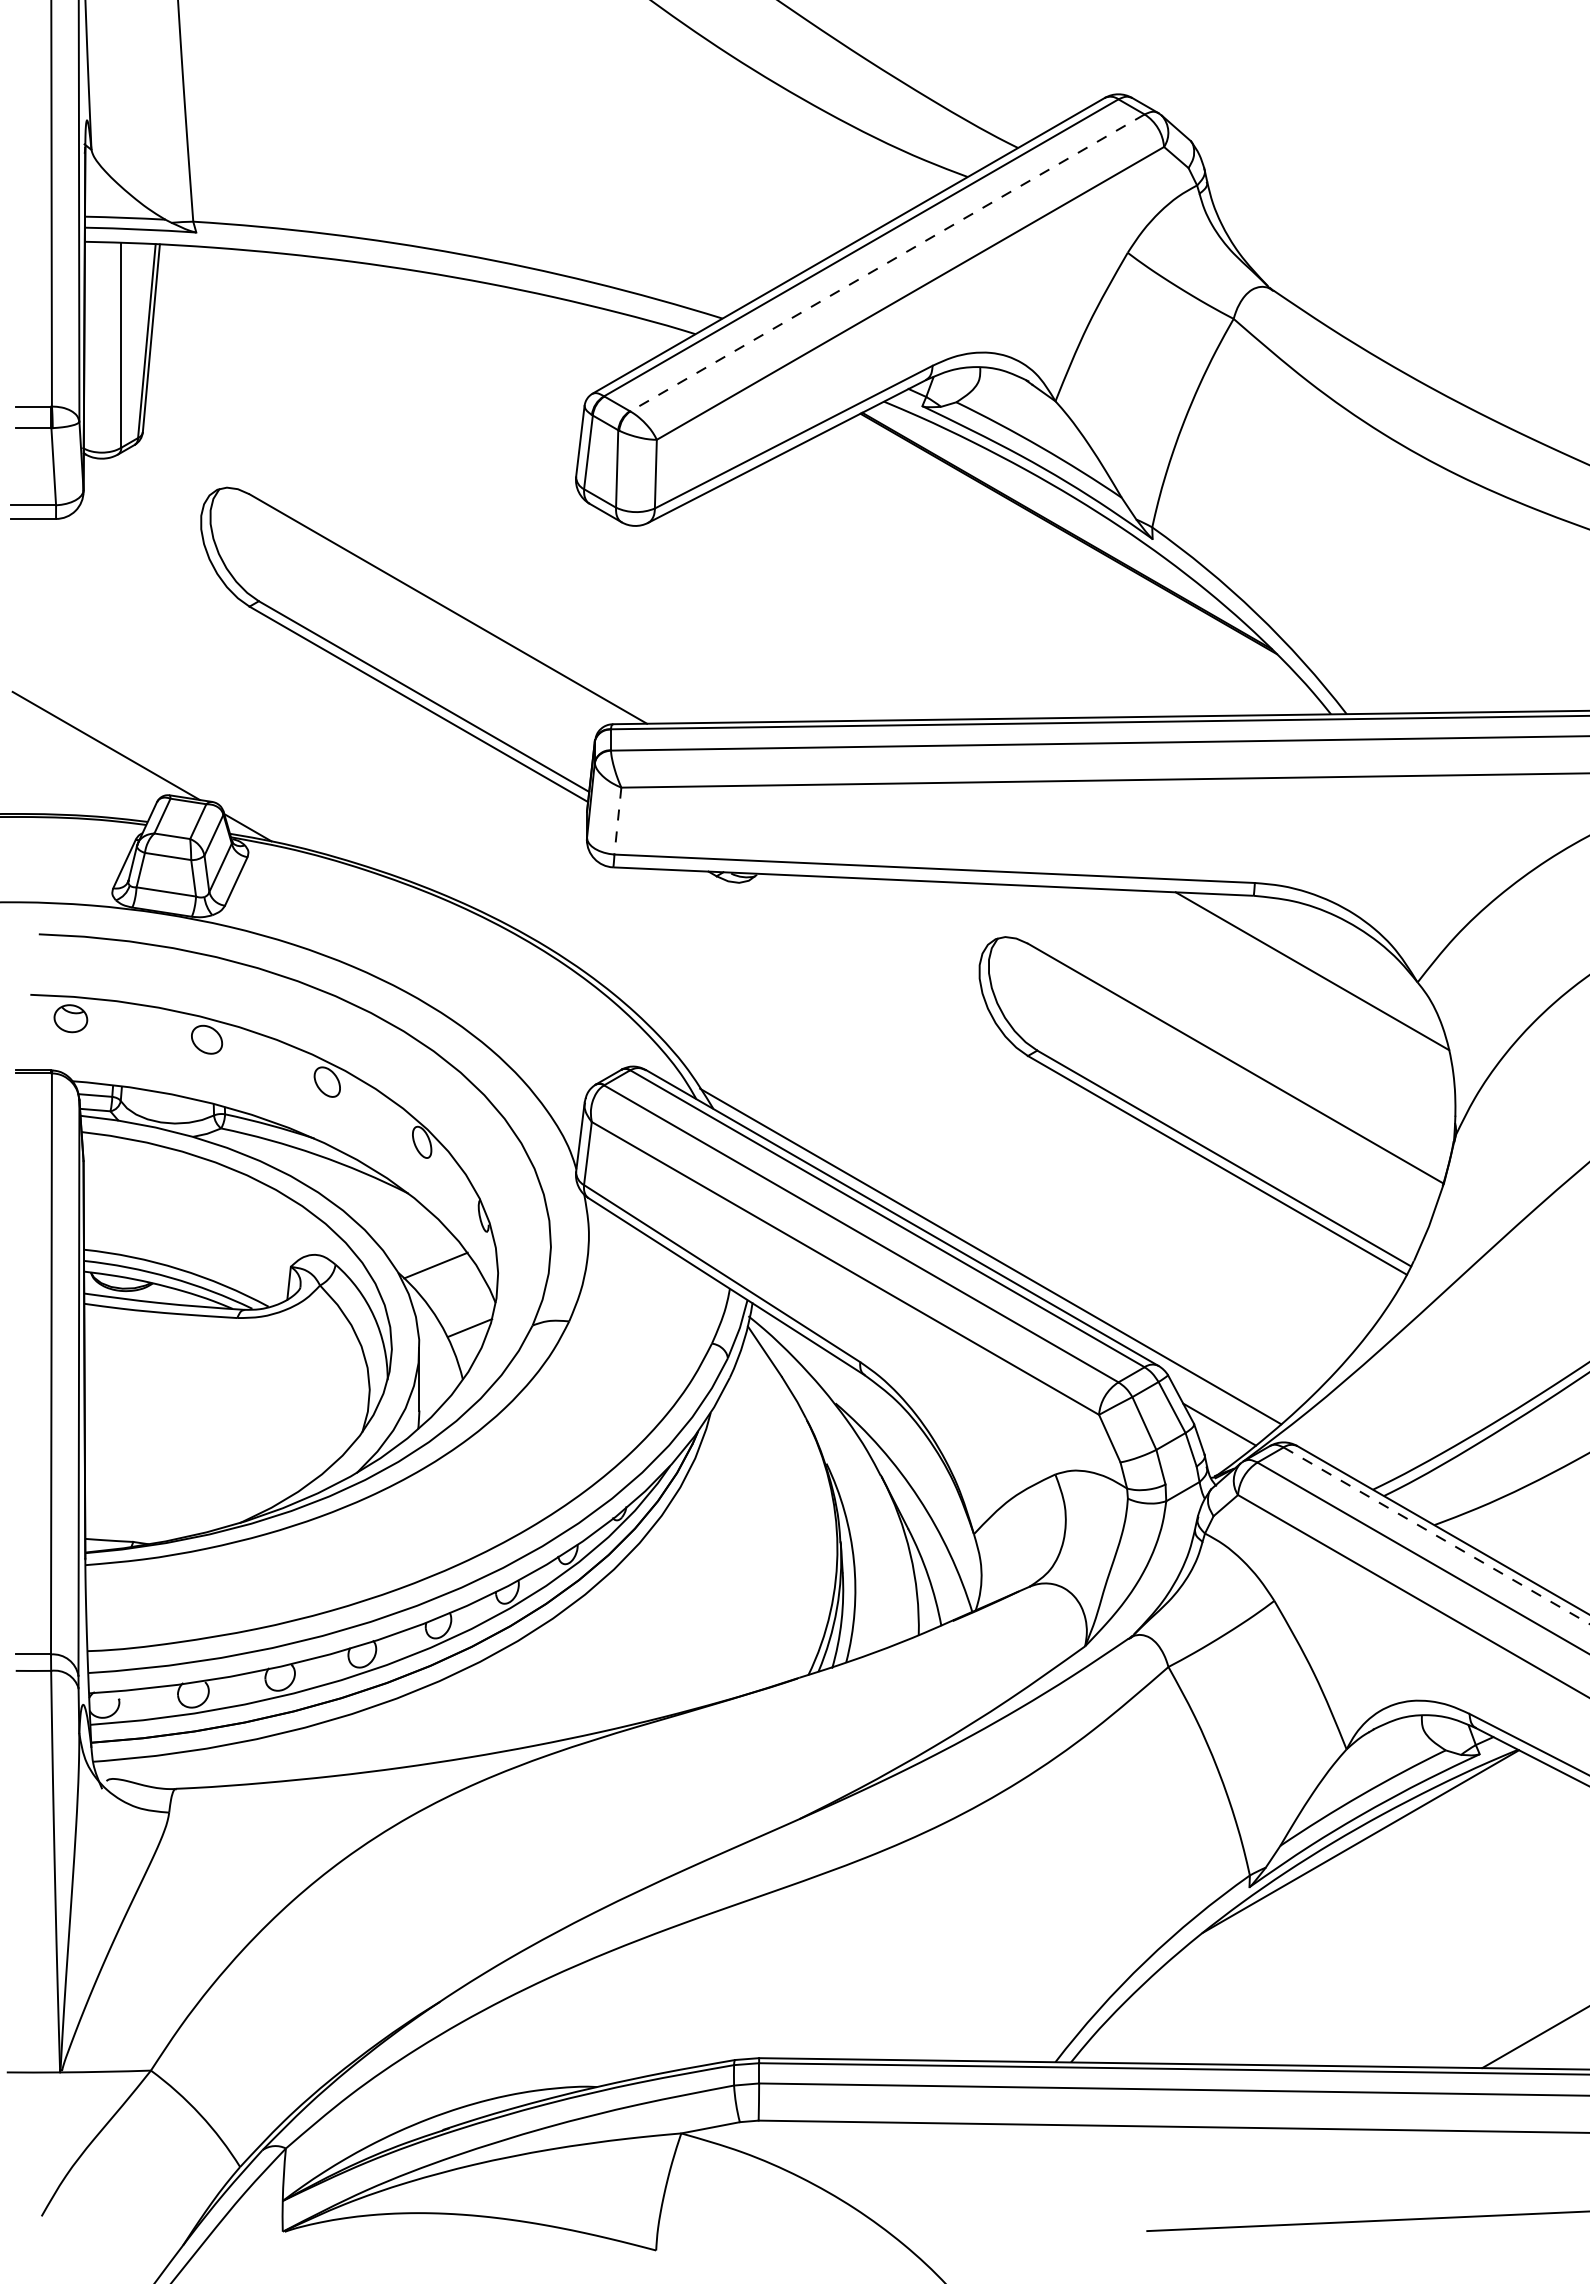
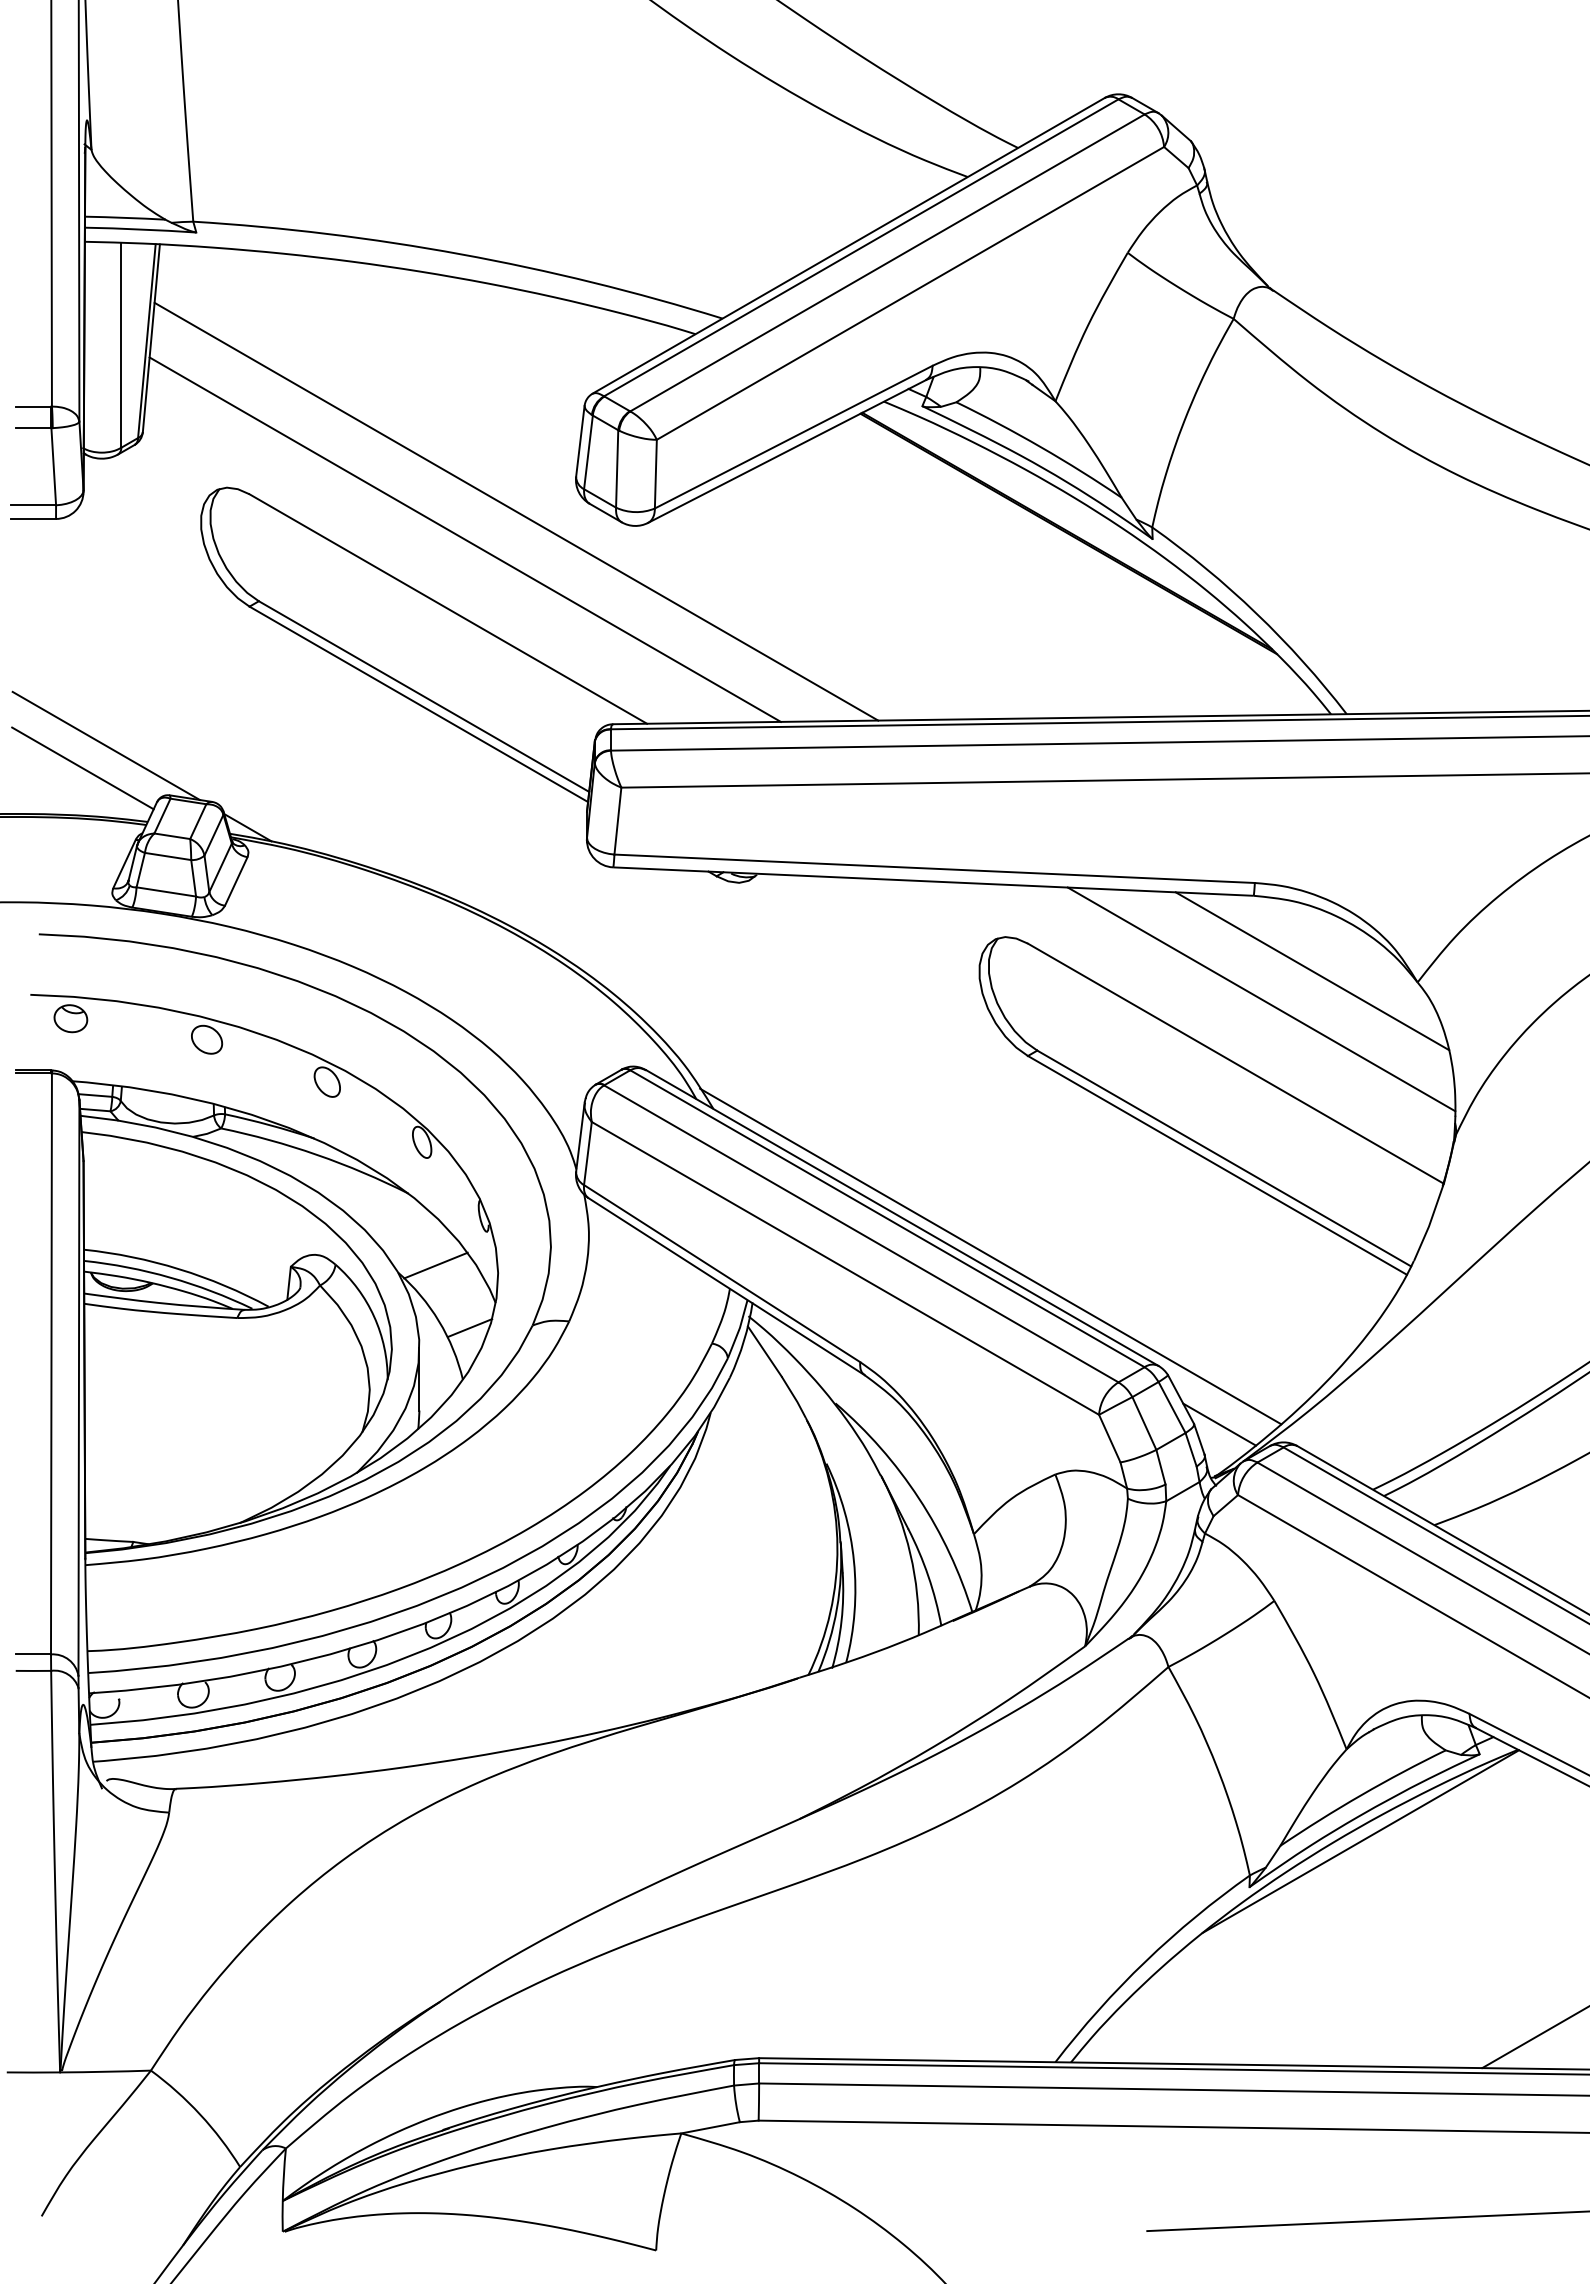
line at (887, 262): dashed -> solid
line at (516, 511): none -> present
line at (464, 539): none -> present
line at (82, 768): none -> present
line at (617, 821): dashed -> solid
line at (1261, 999): none -> present
line at (1436, 1535): dashed -> solid
